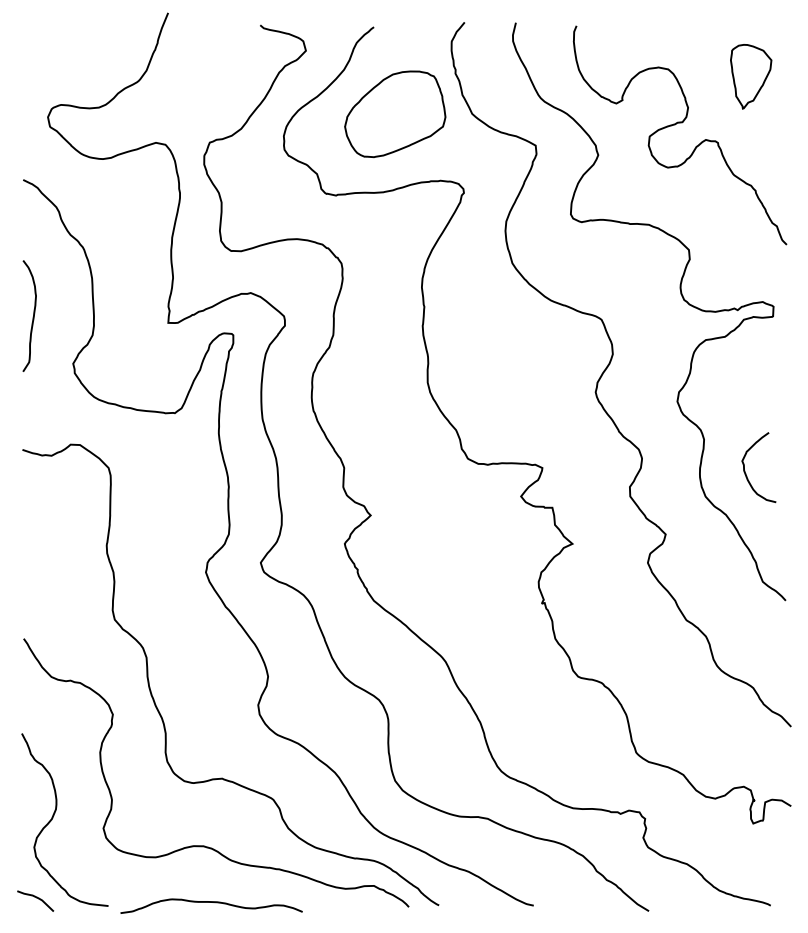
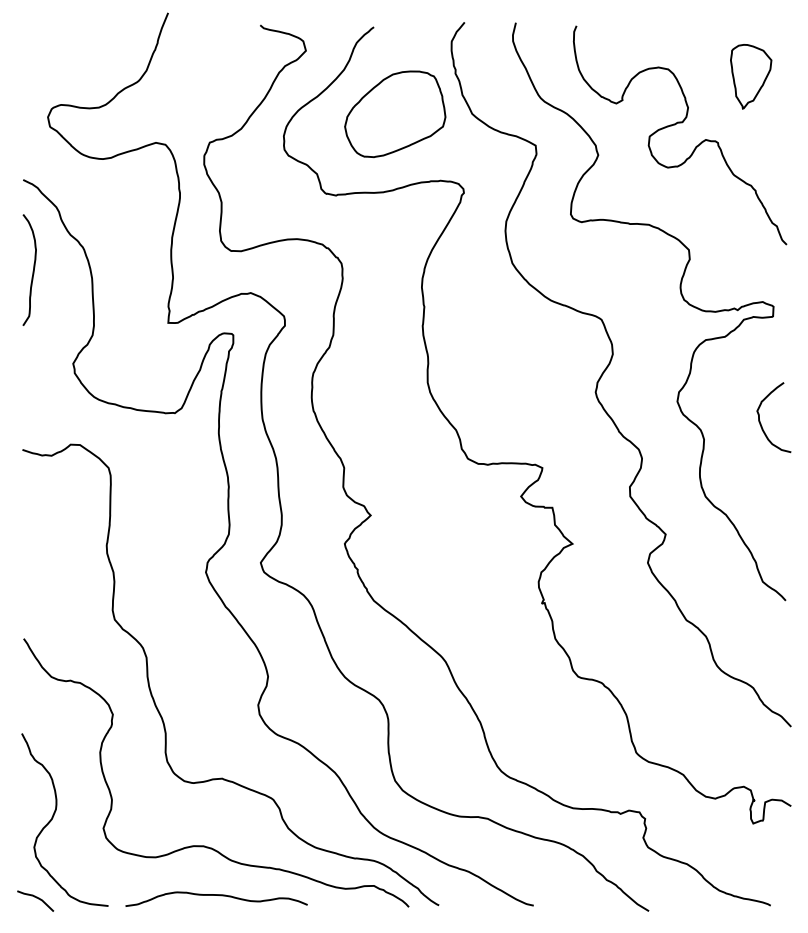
curve at (32, 317) position: (32, 317) -> (32, 271)
curve at (745, 470) position: (745, 470) -> (760, 420)
curve at (211, 902) position: (211, 902) -> (216, 895)
